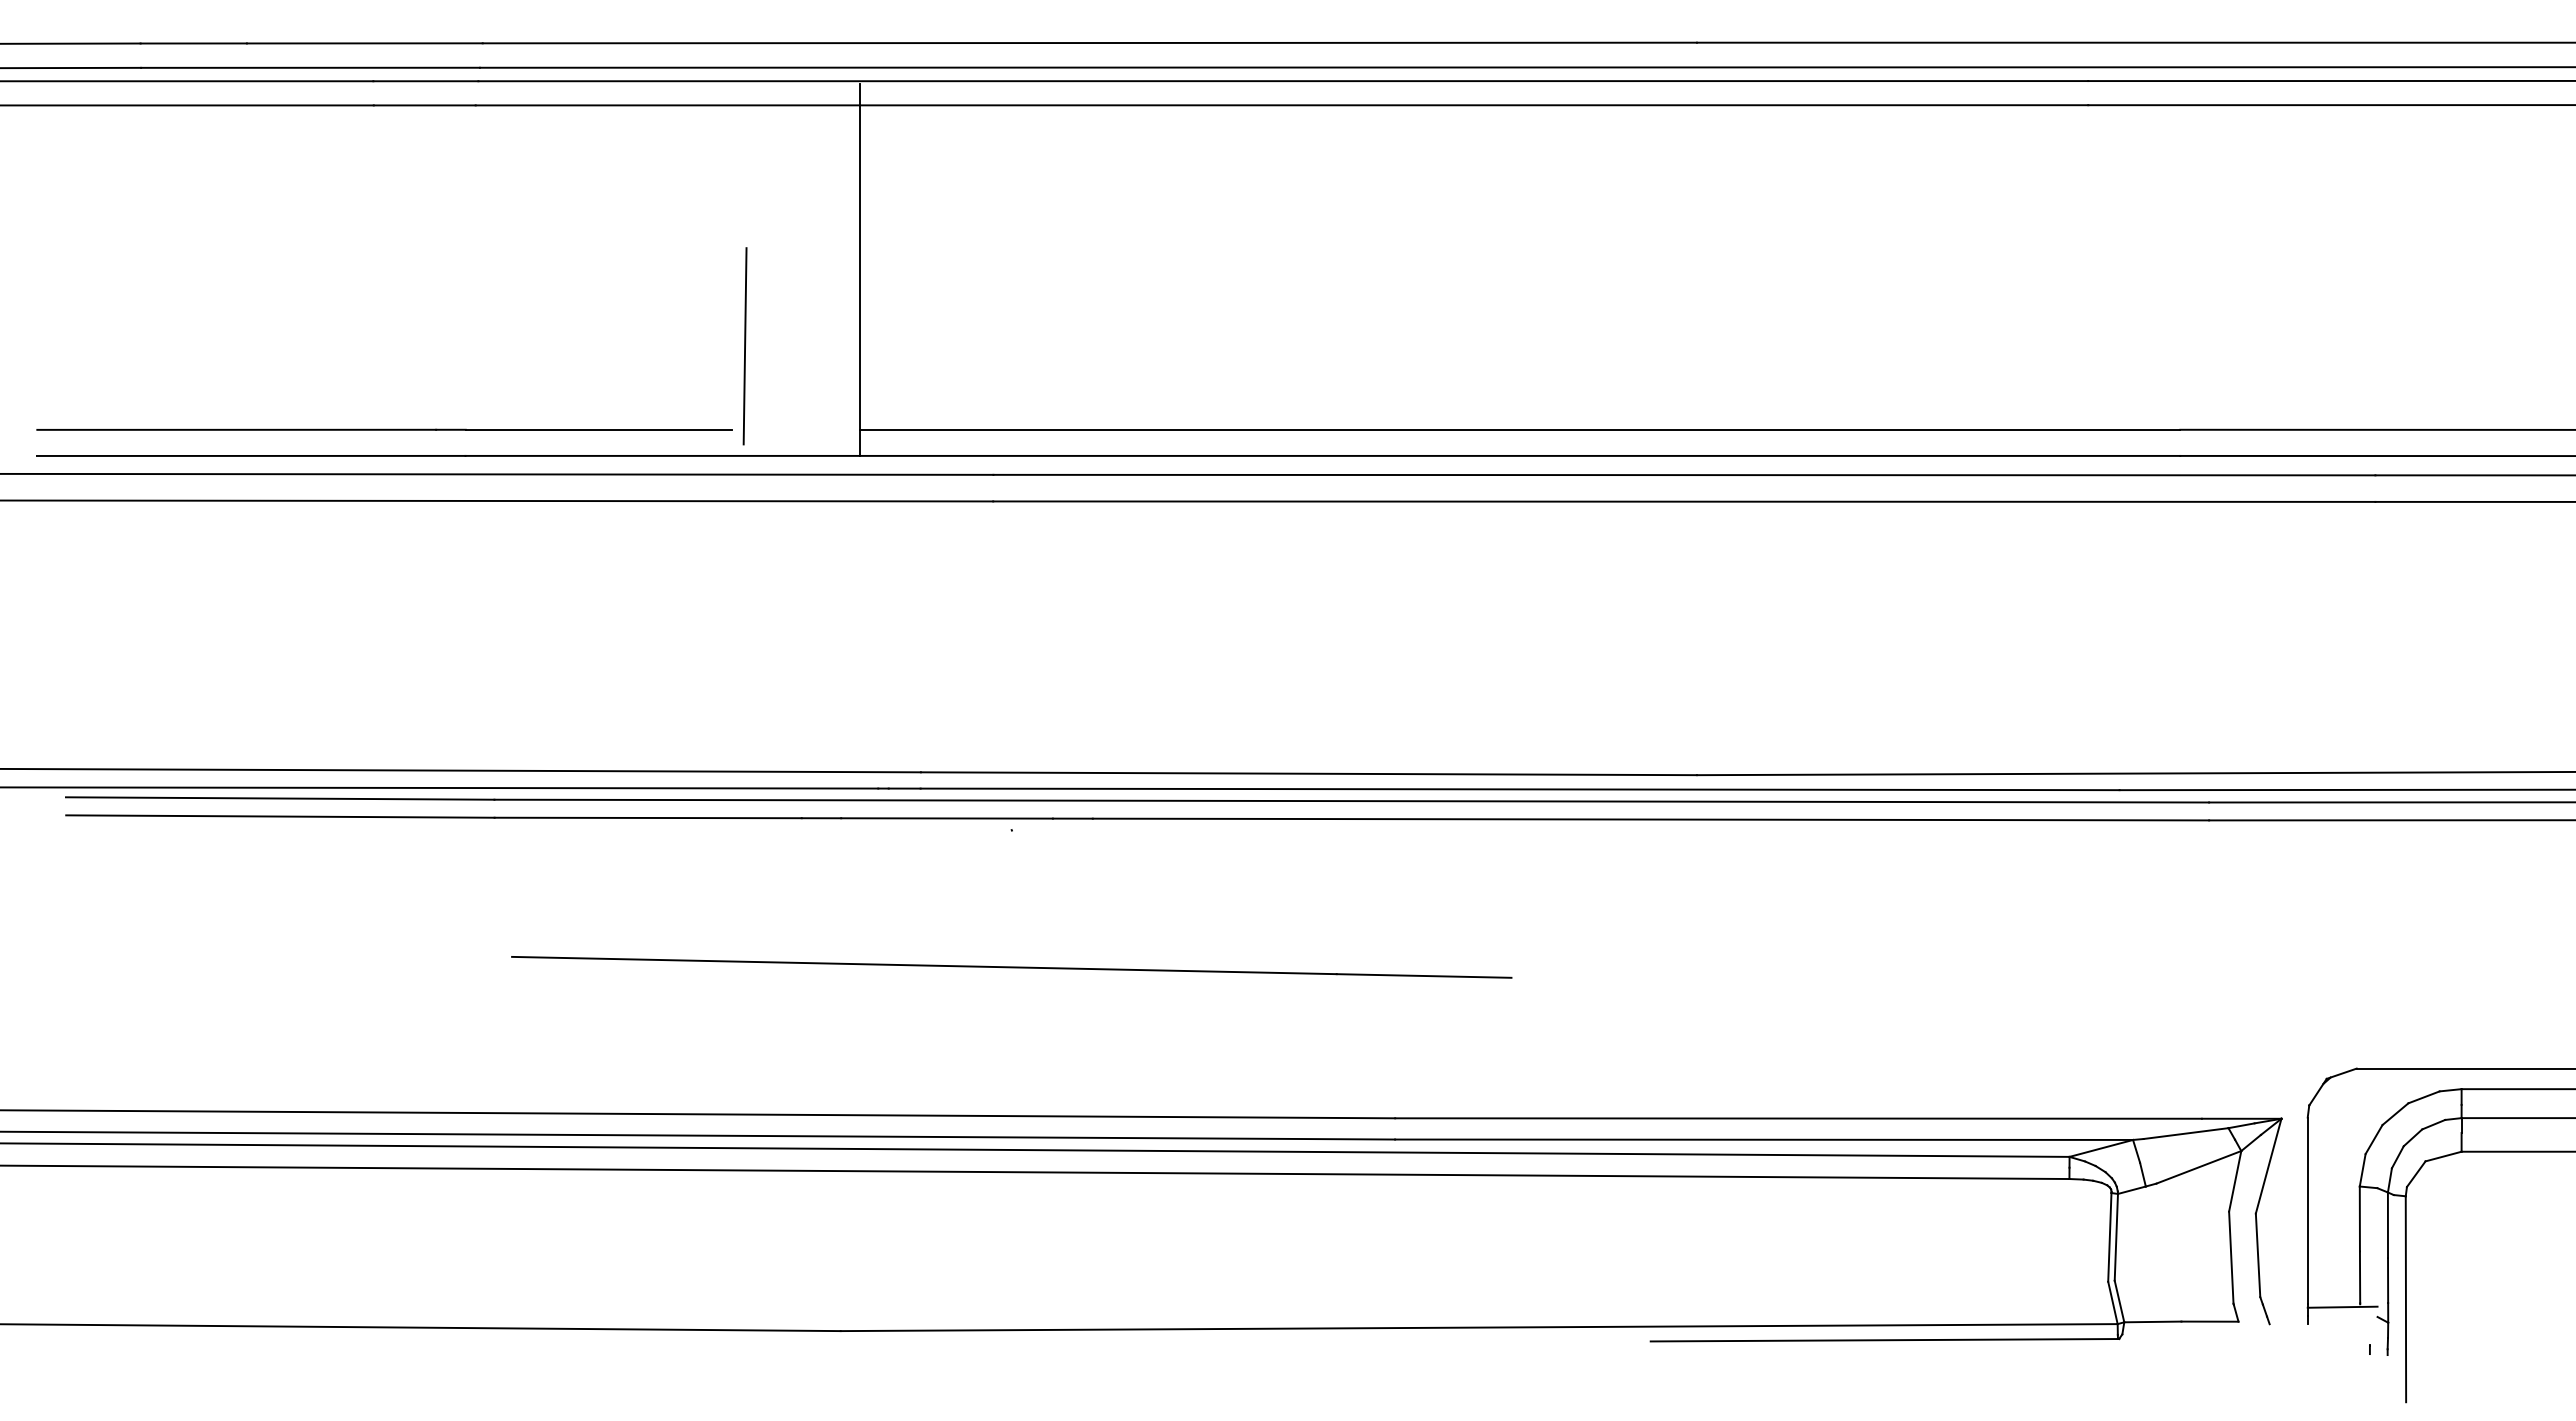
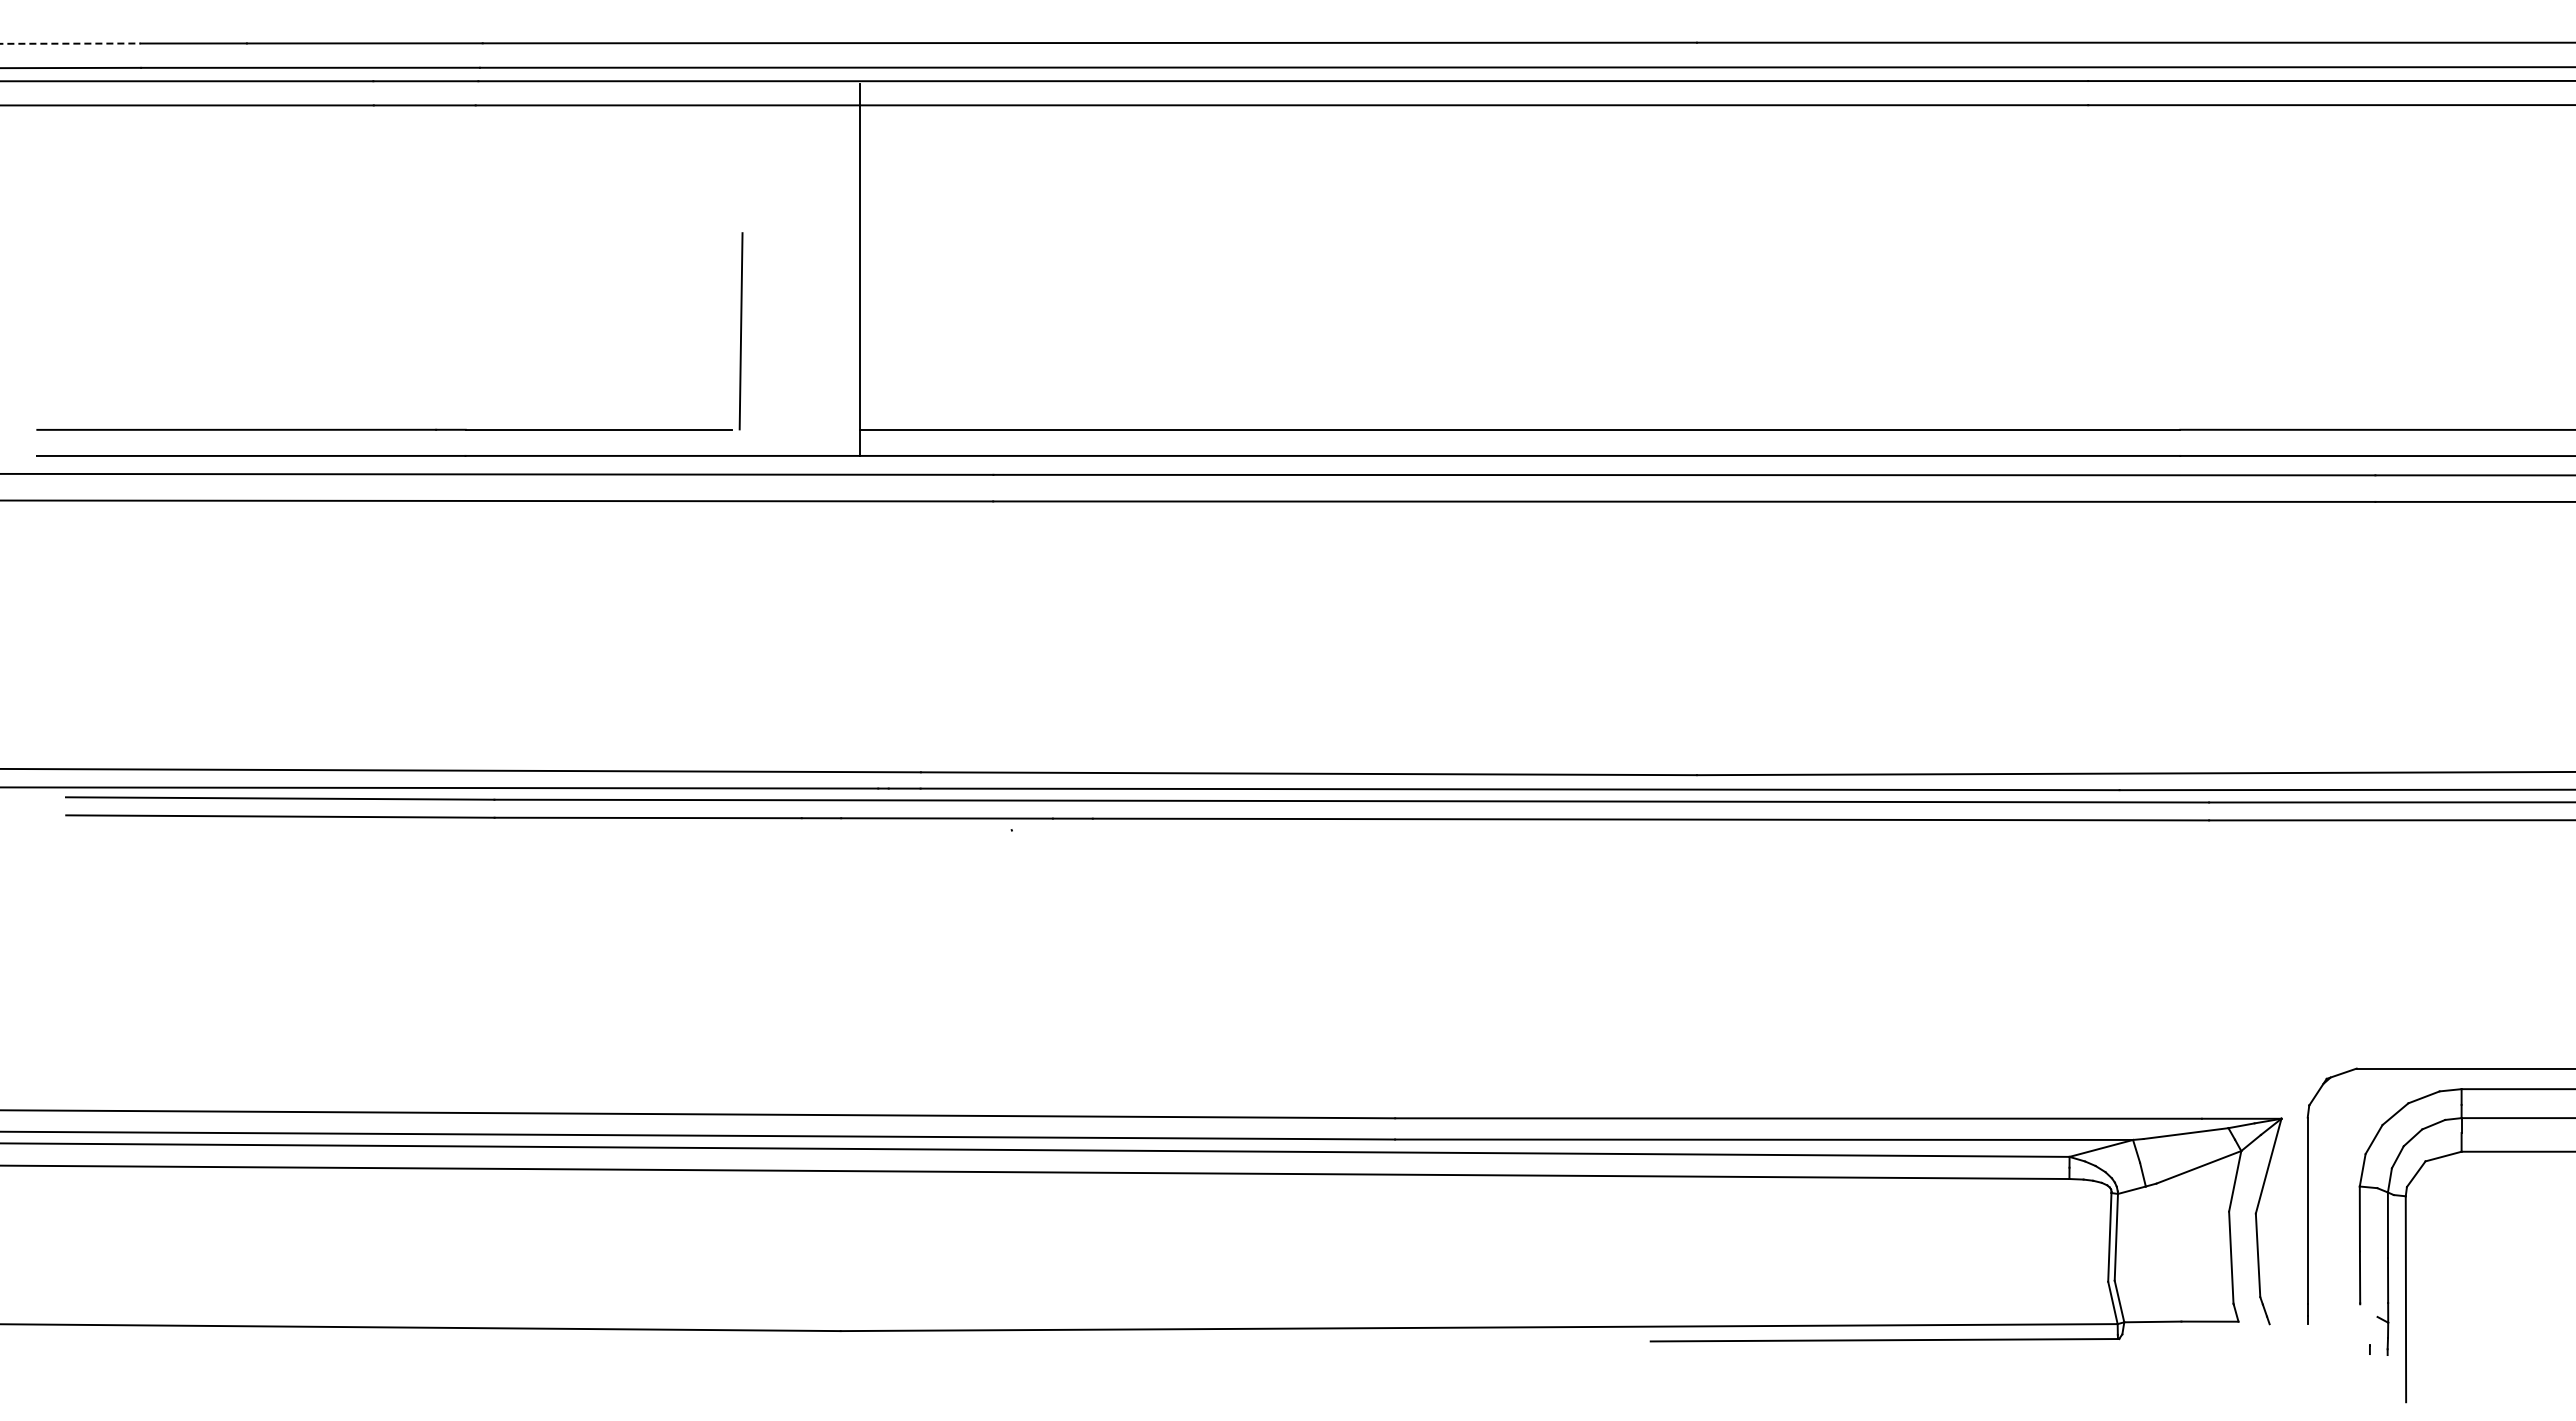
line at (70, 43): solid -> dashed
line at (744, 346) position: (744, 346) -> (740, 331)
line at (1011, 967): present -> none
line at (2342, 1306): present -> none
